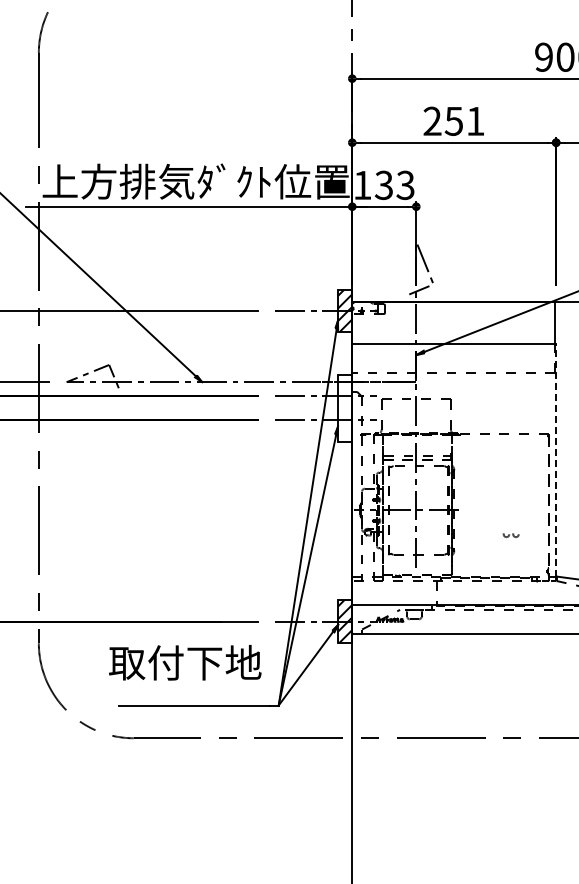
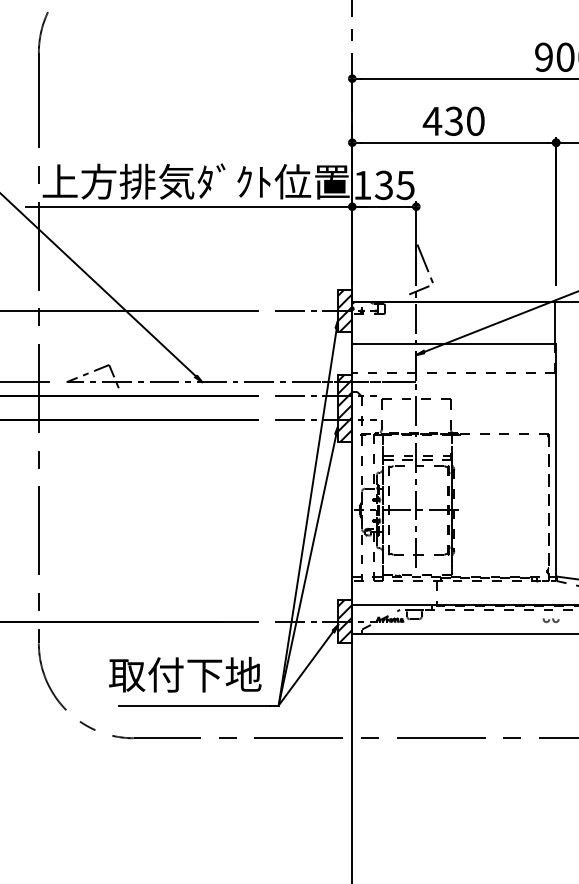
text at (453, 120): 251 -> 430
text at (405, 184): 133 -> 135
hatch at (345, 408): none -> present
line at (556, 459): dashed -> solid
part at (510, 535) position: (510, 535) -> (550, 620)
text at (185, 662) position: (185, 662) -> (185, 674)
